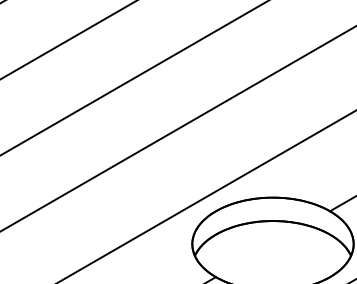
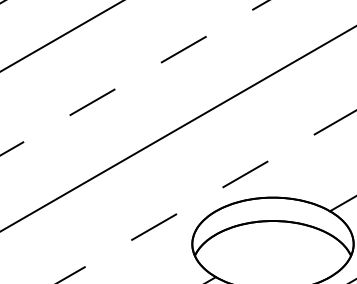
line at (68, 40) position: (68, 40) -> (61, 36)
line at (134, 77): solid -> dashed
line at (206, 197): solid -> dashed
